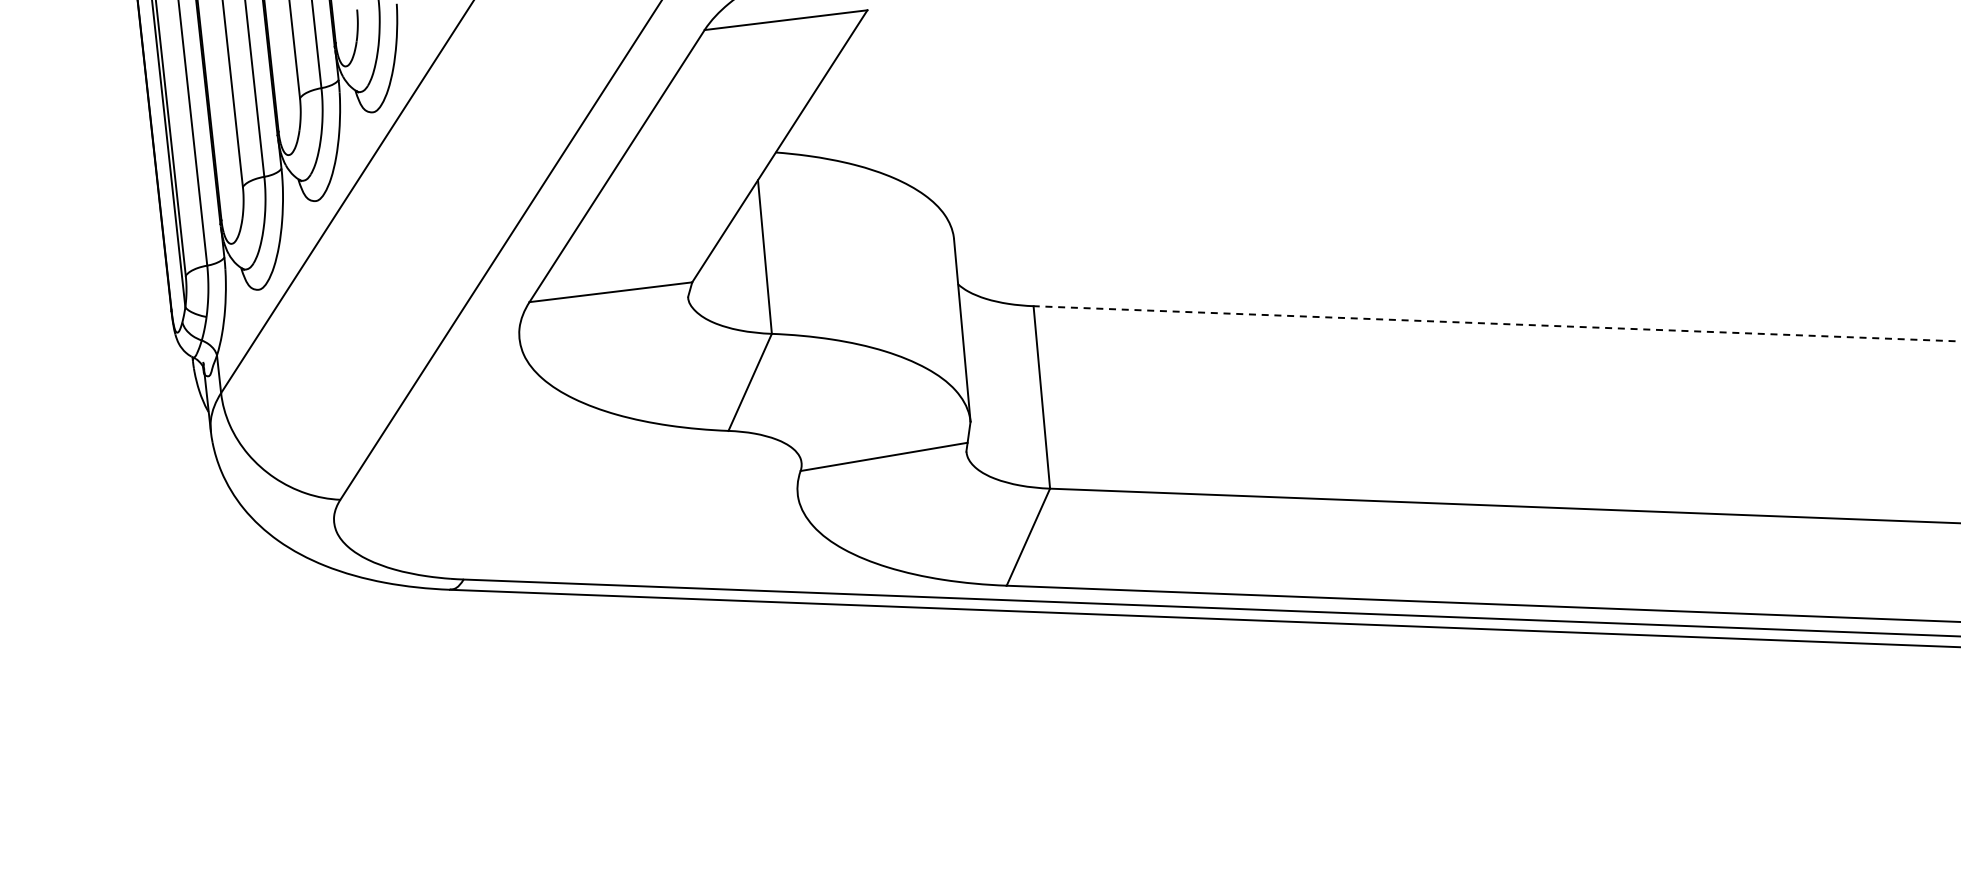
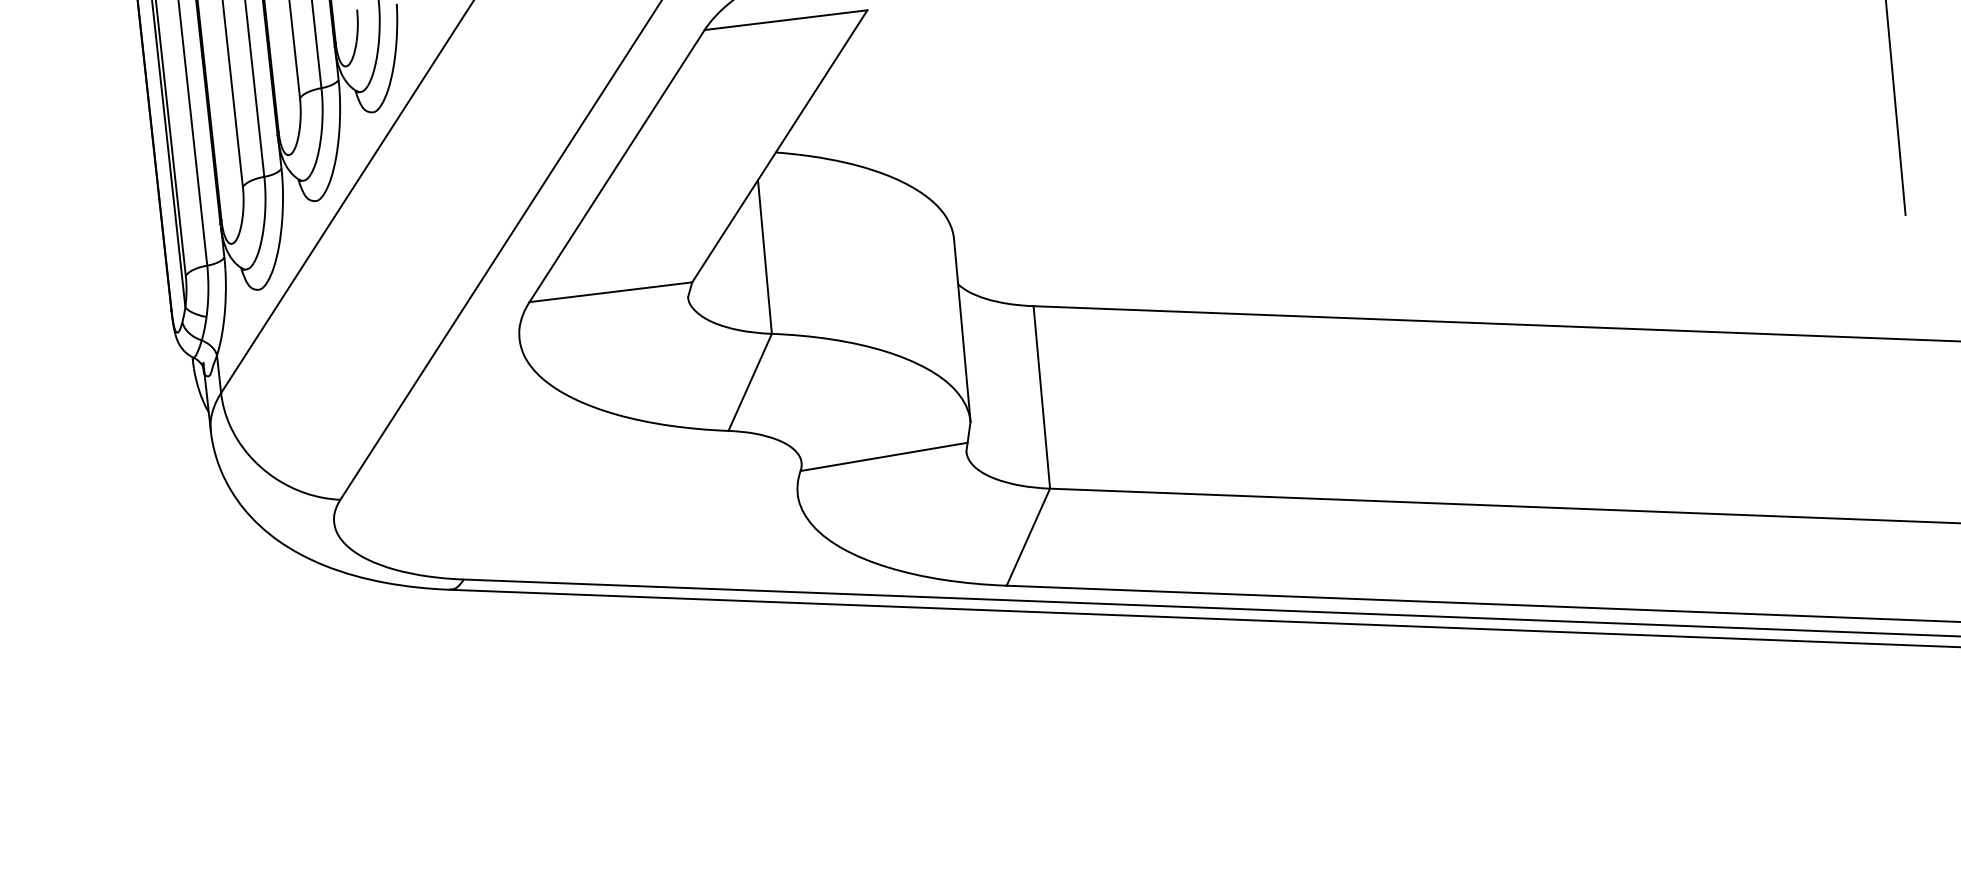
line at (1895, 108): none -> present
line at (1497, 323): dashed -> solid
